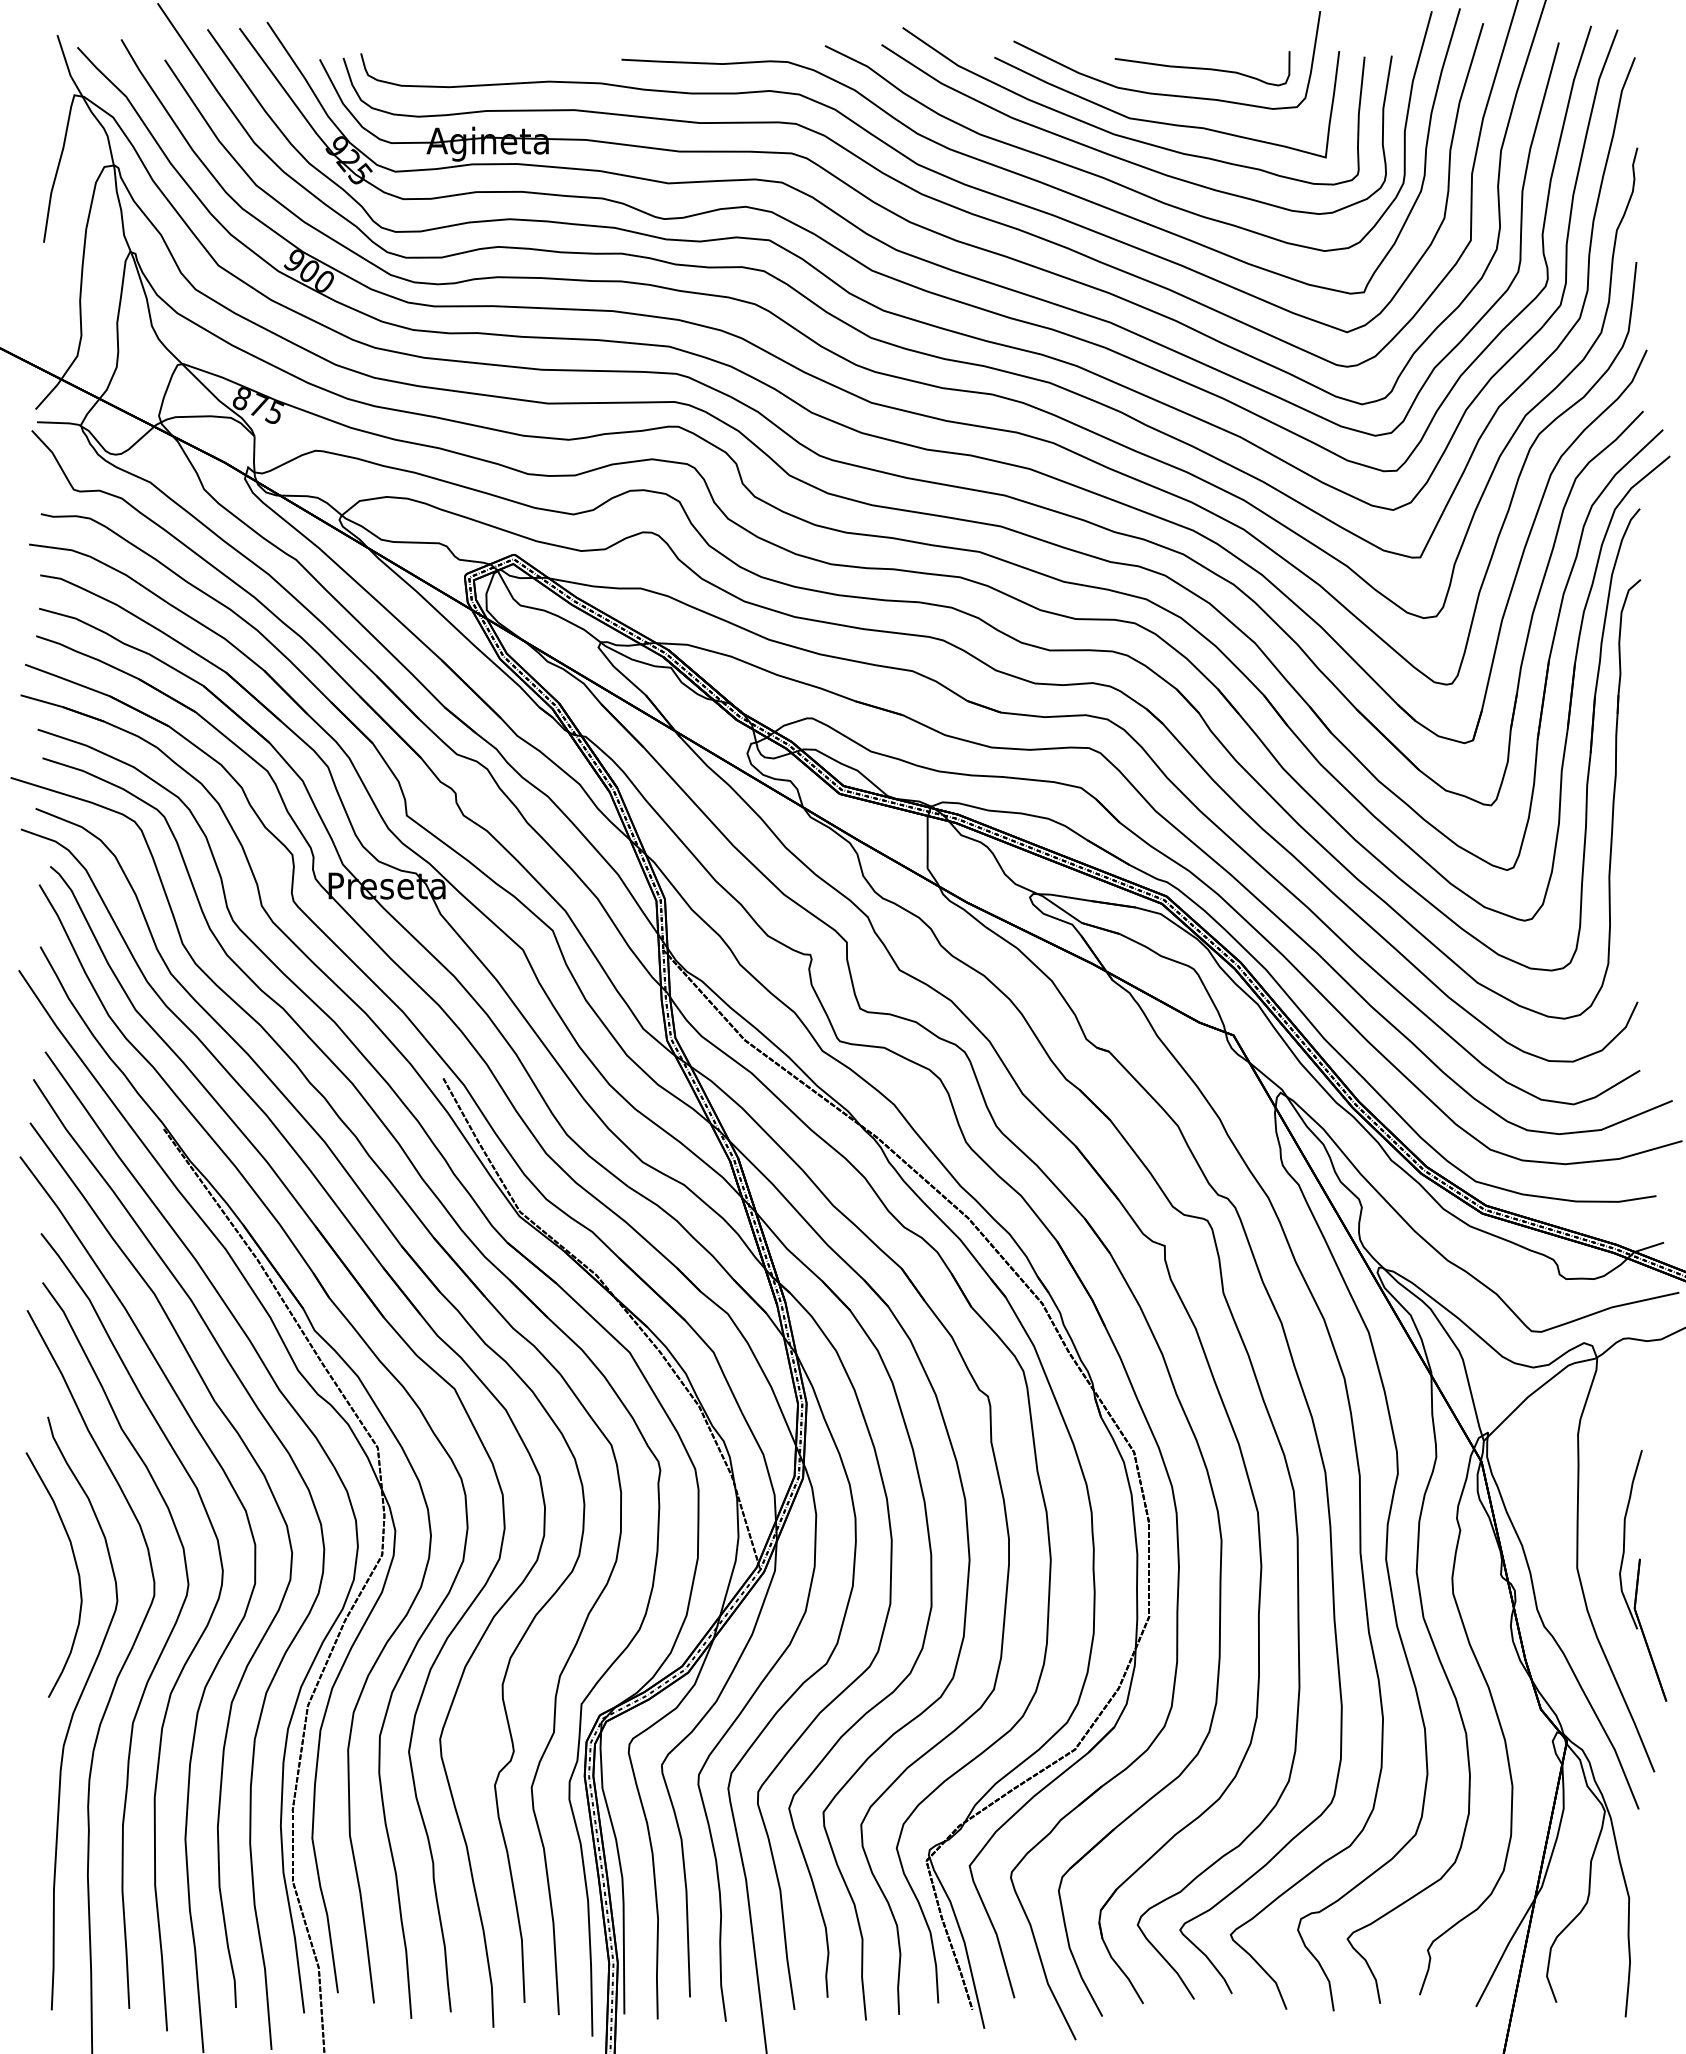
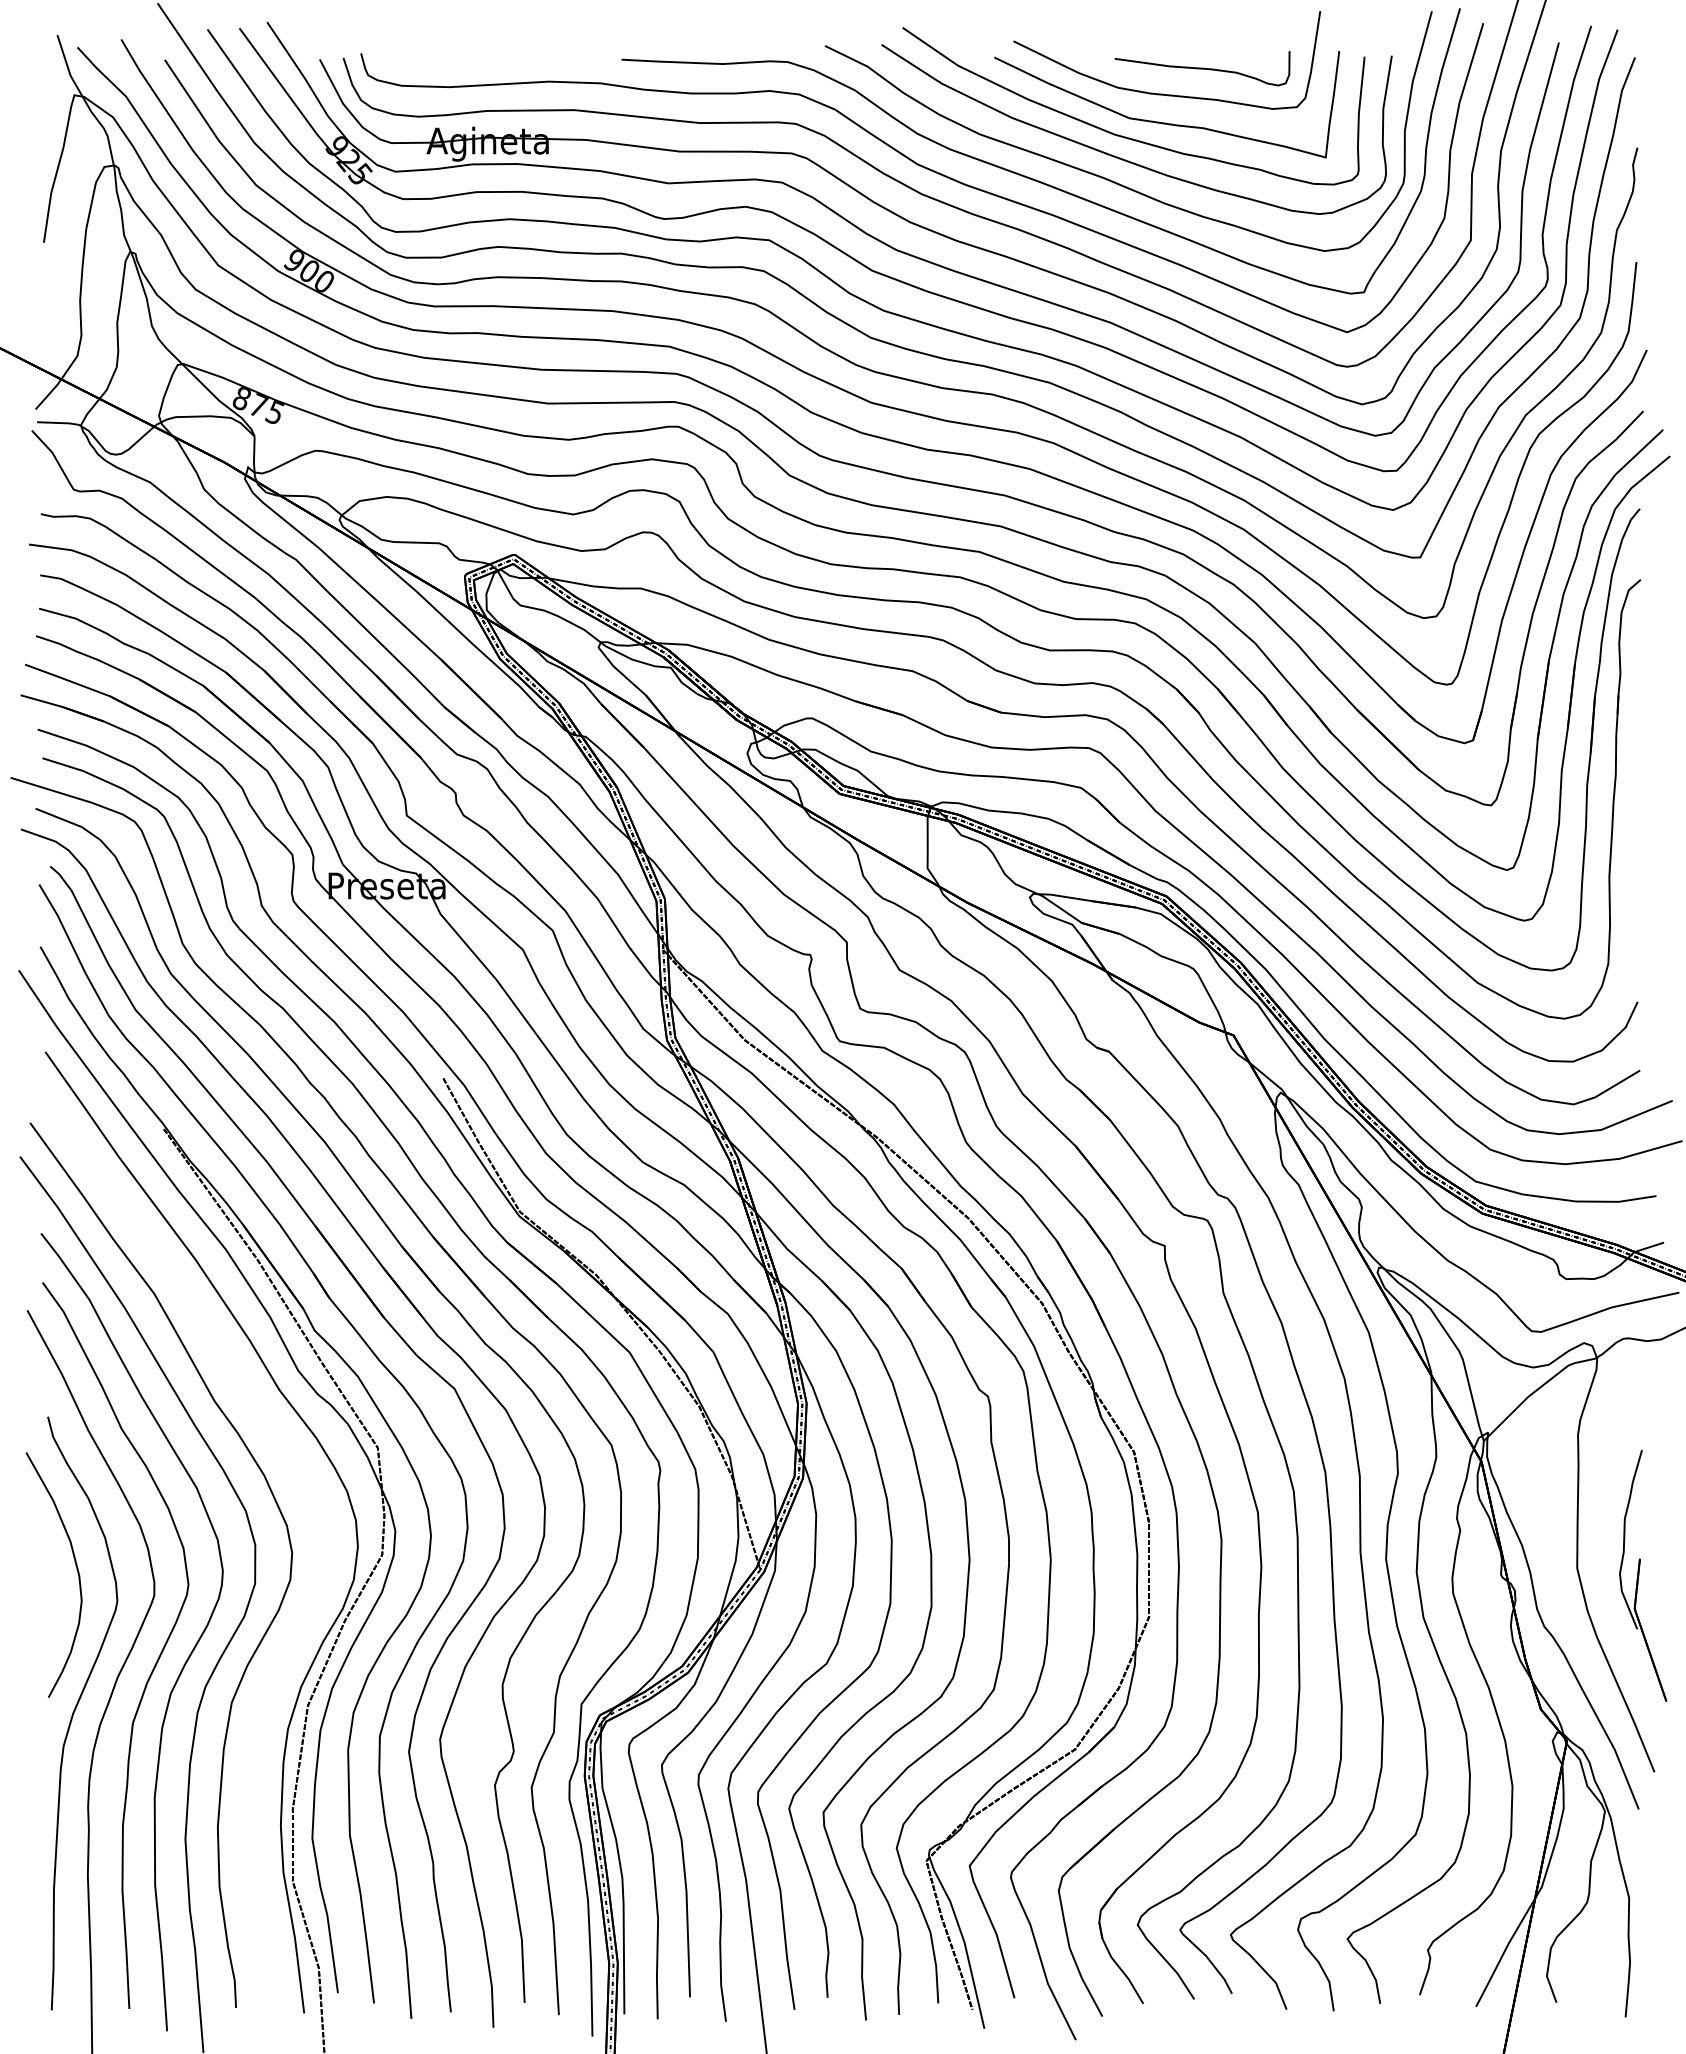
curve at (294, 1635): present -> none
